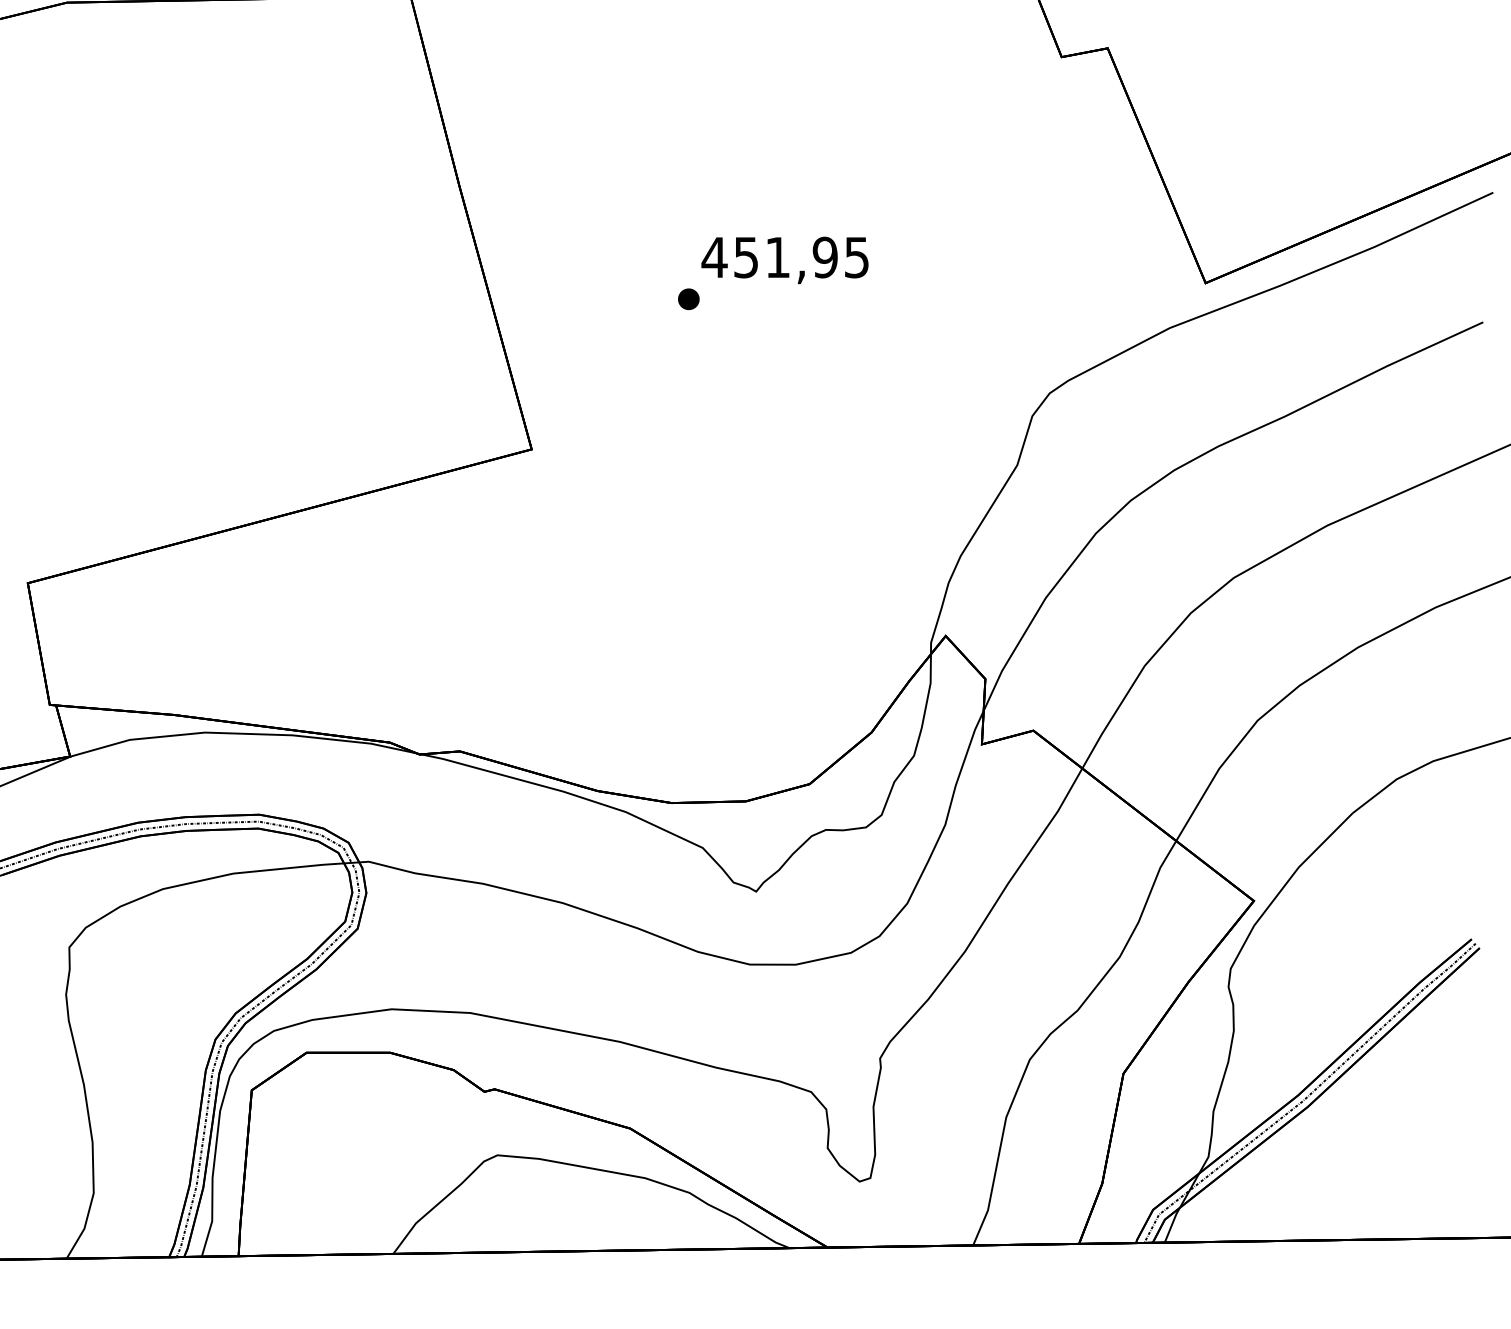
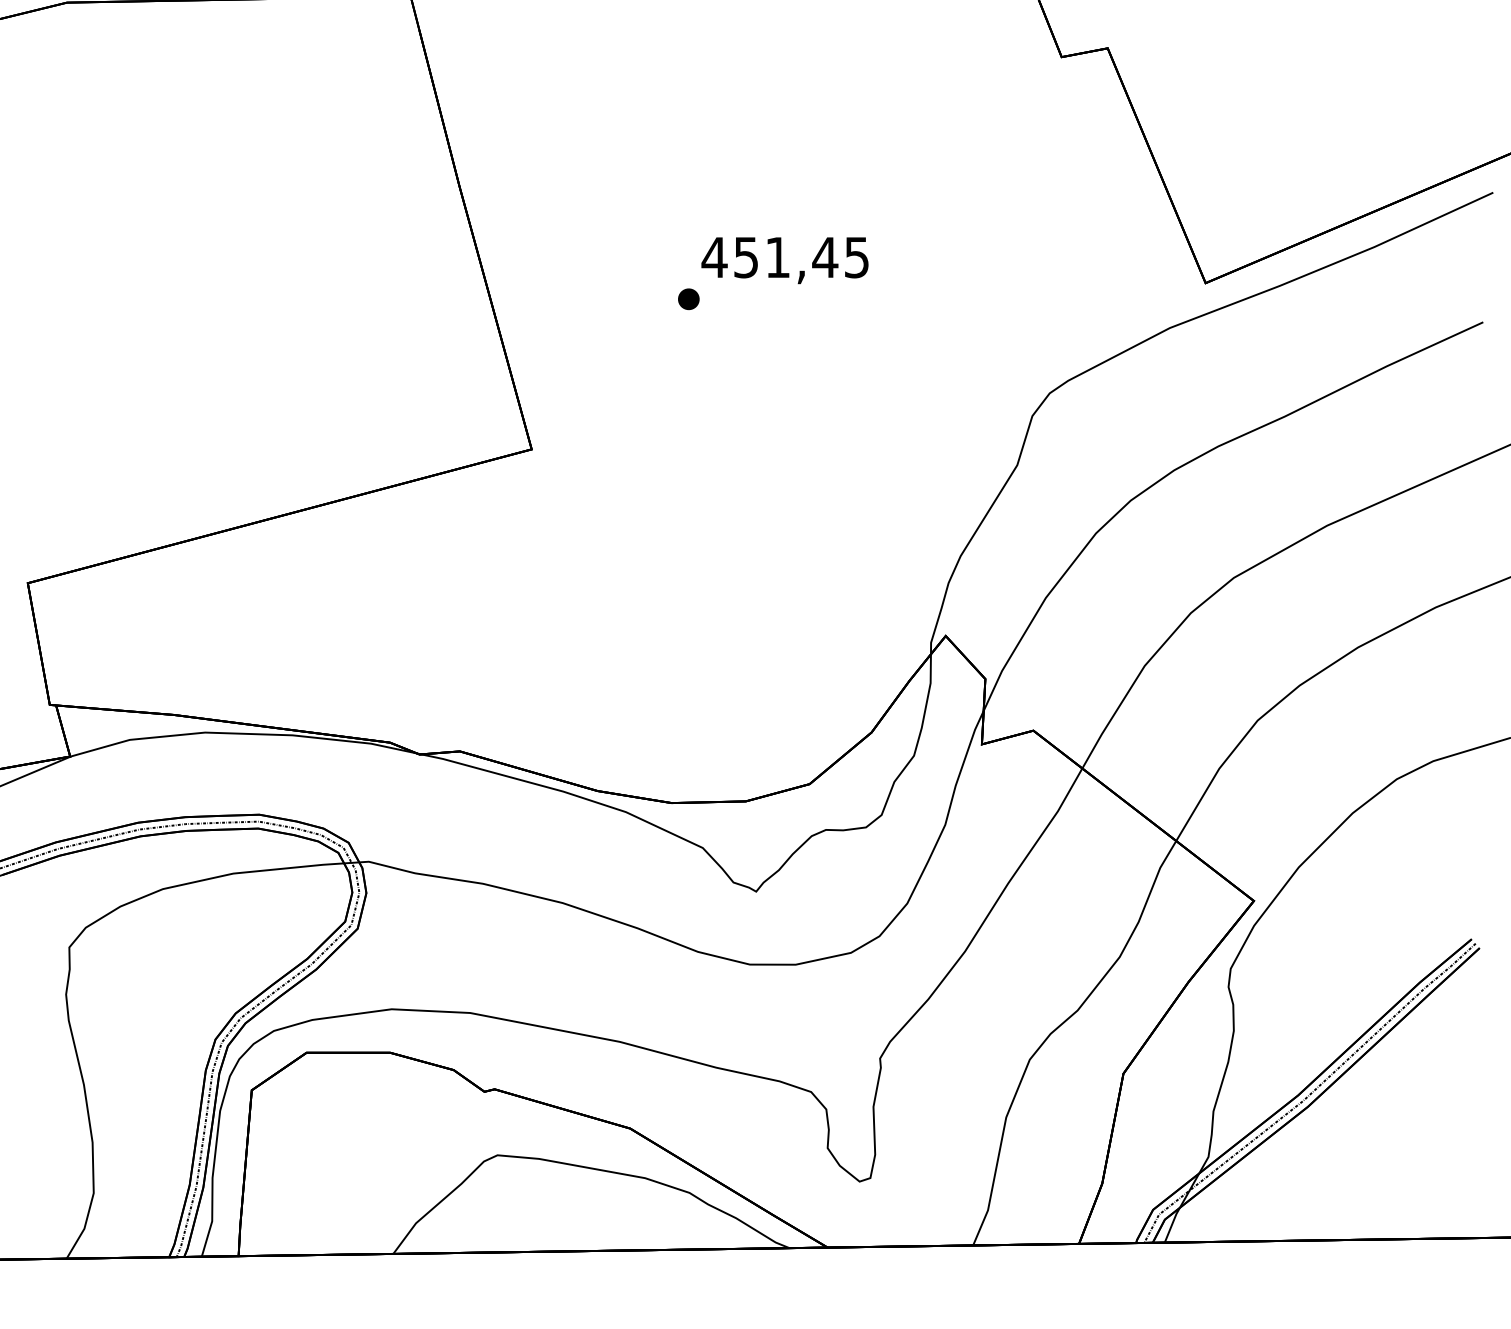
text at (825, 257): 451,95 -> 451,45
